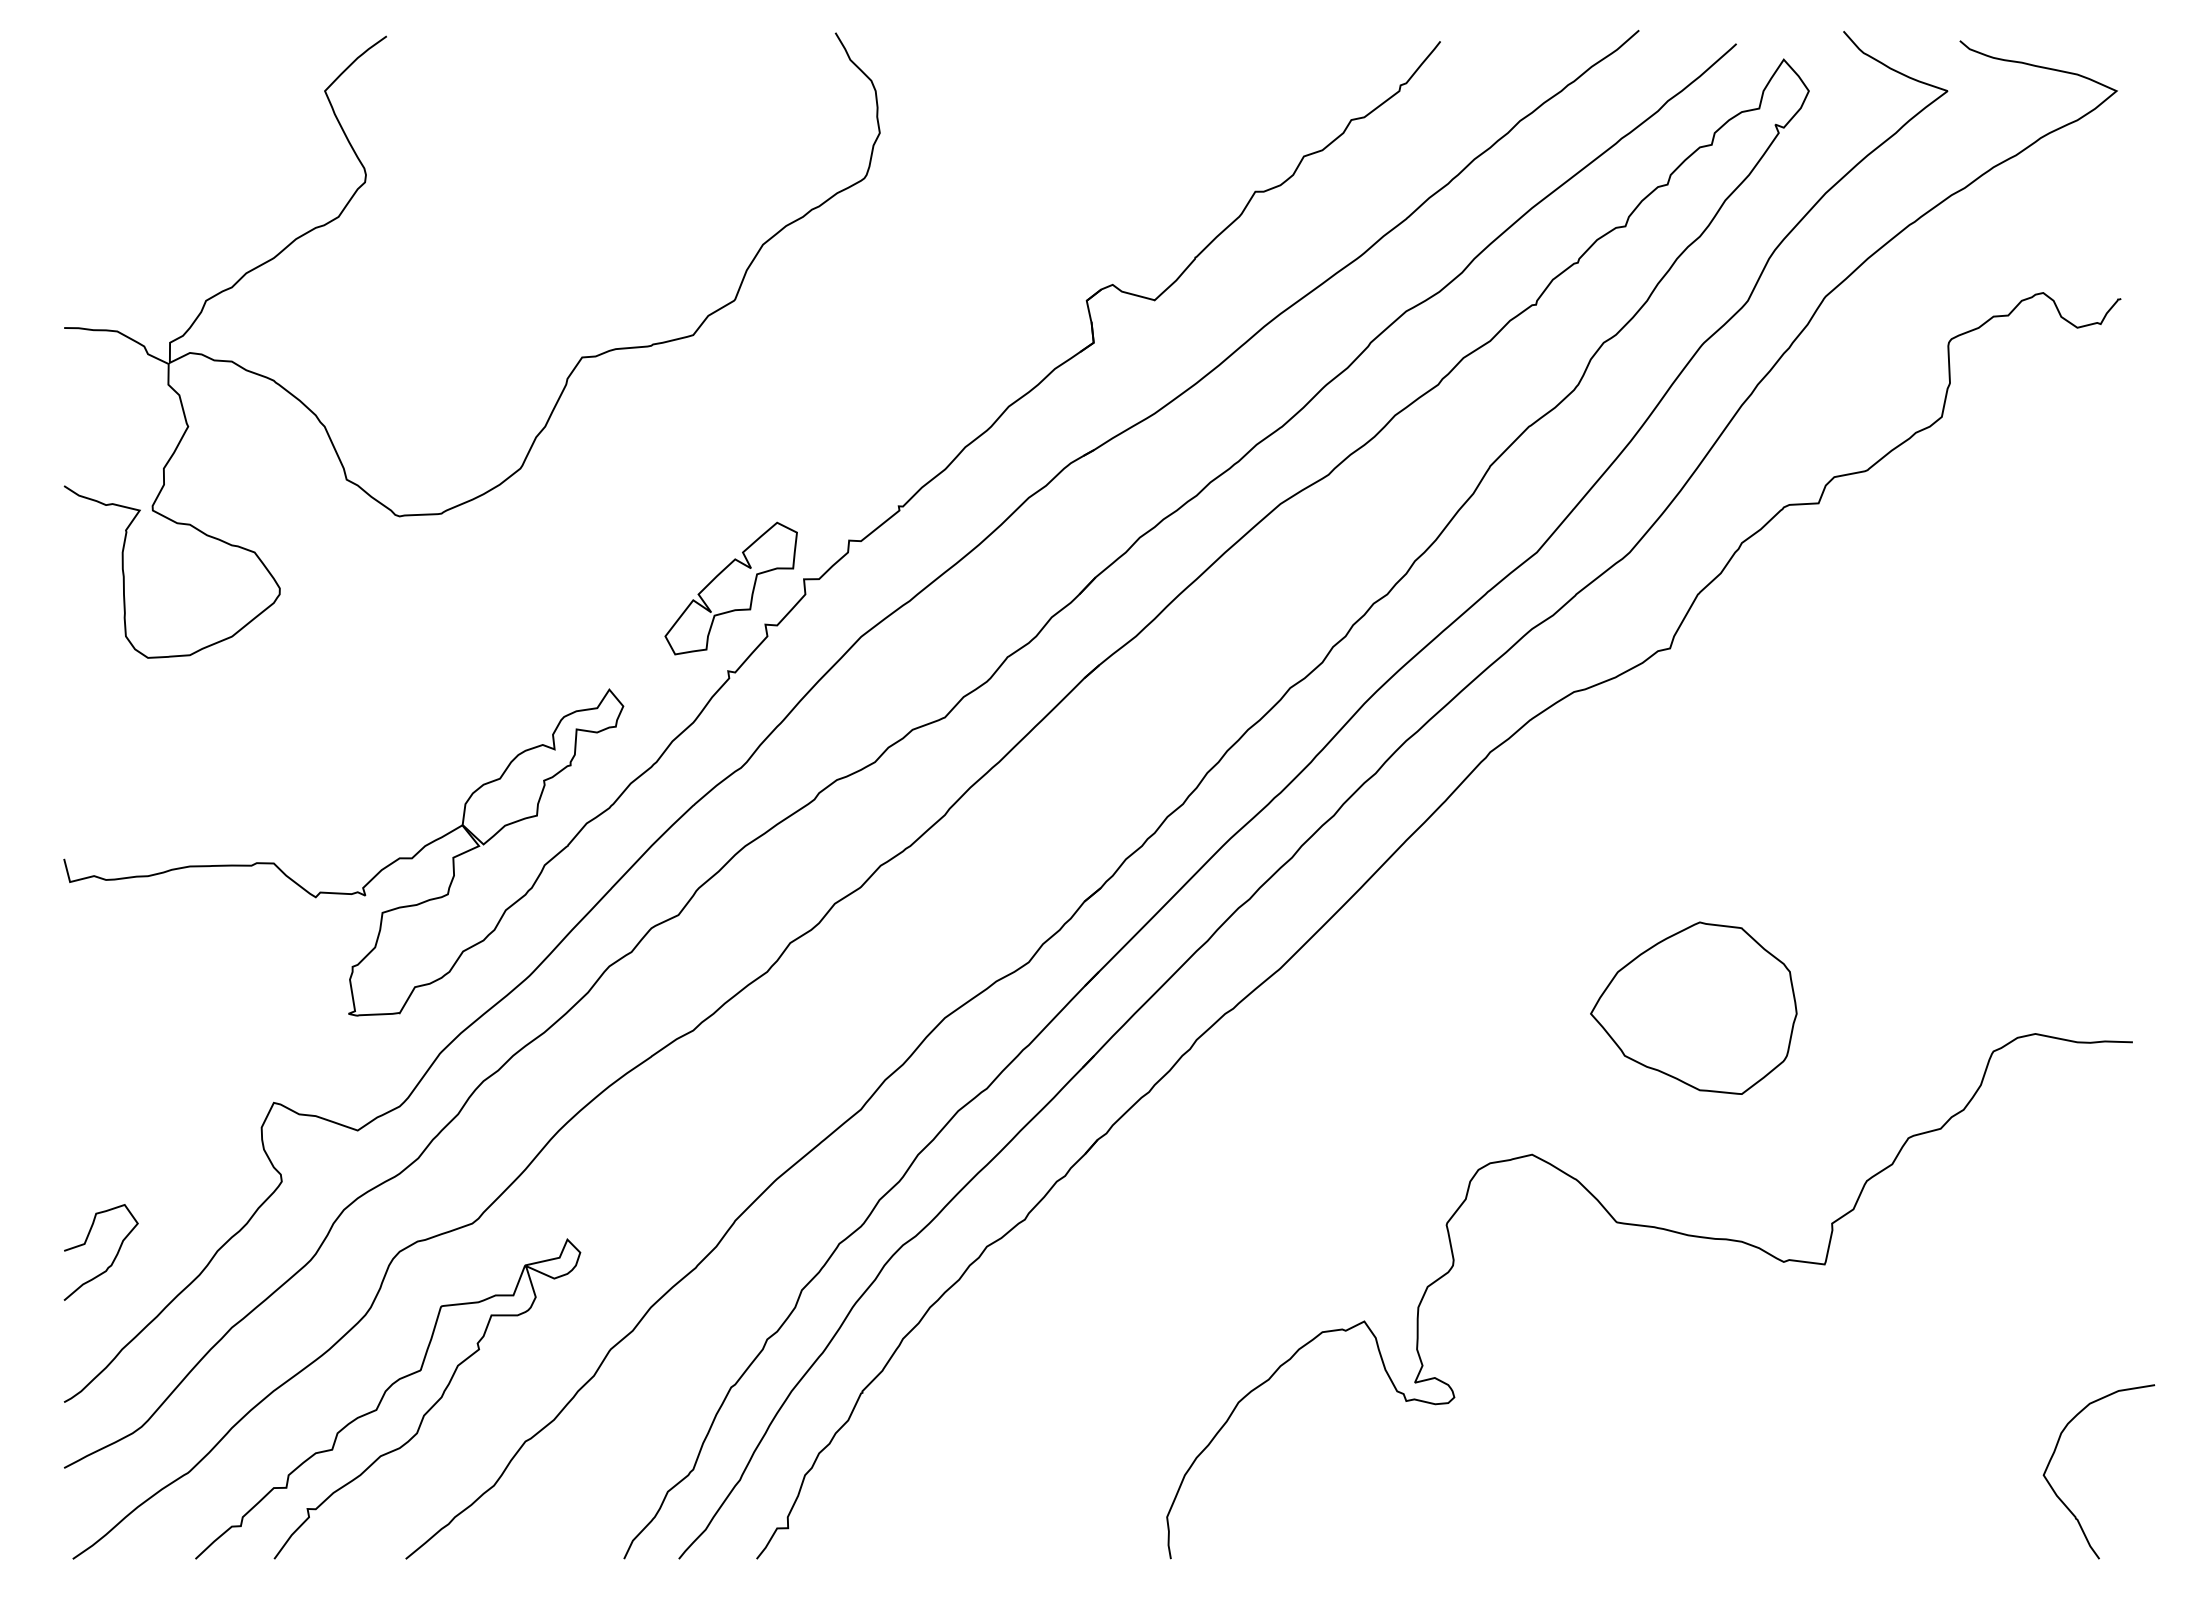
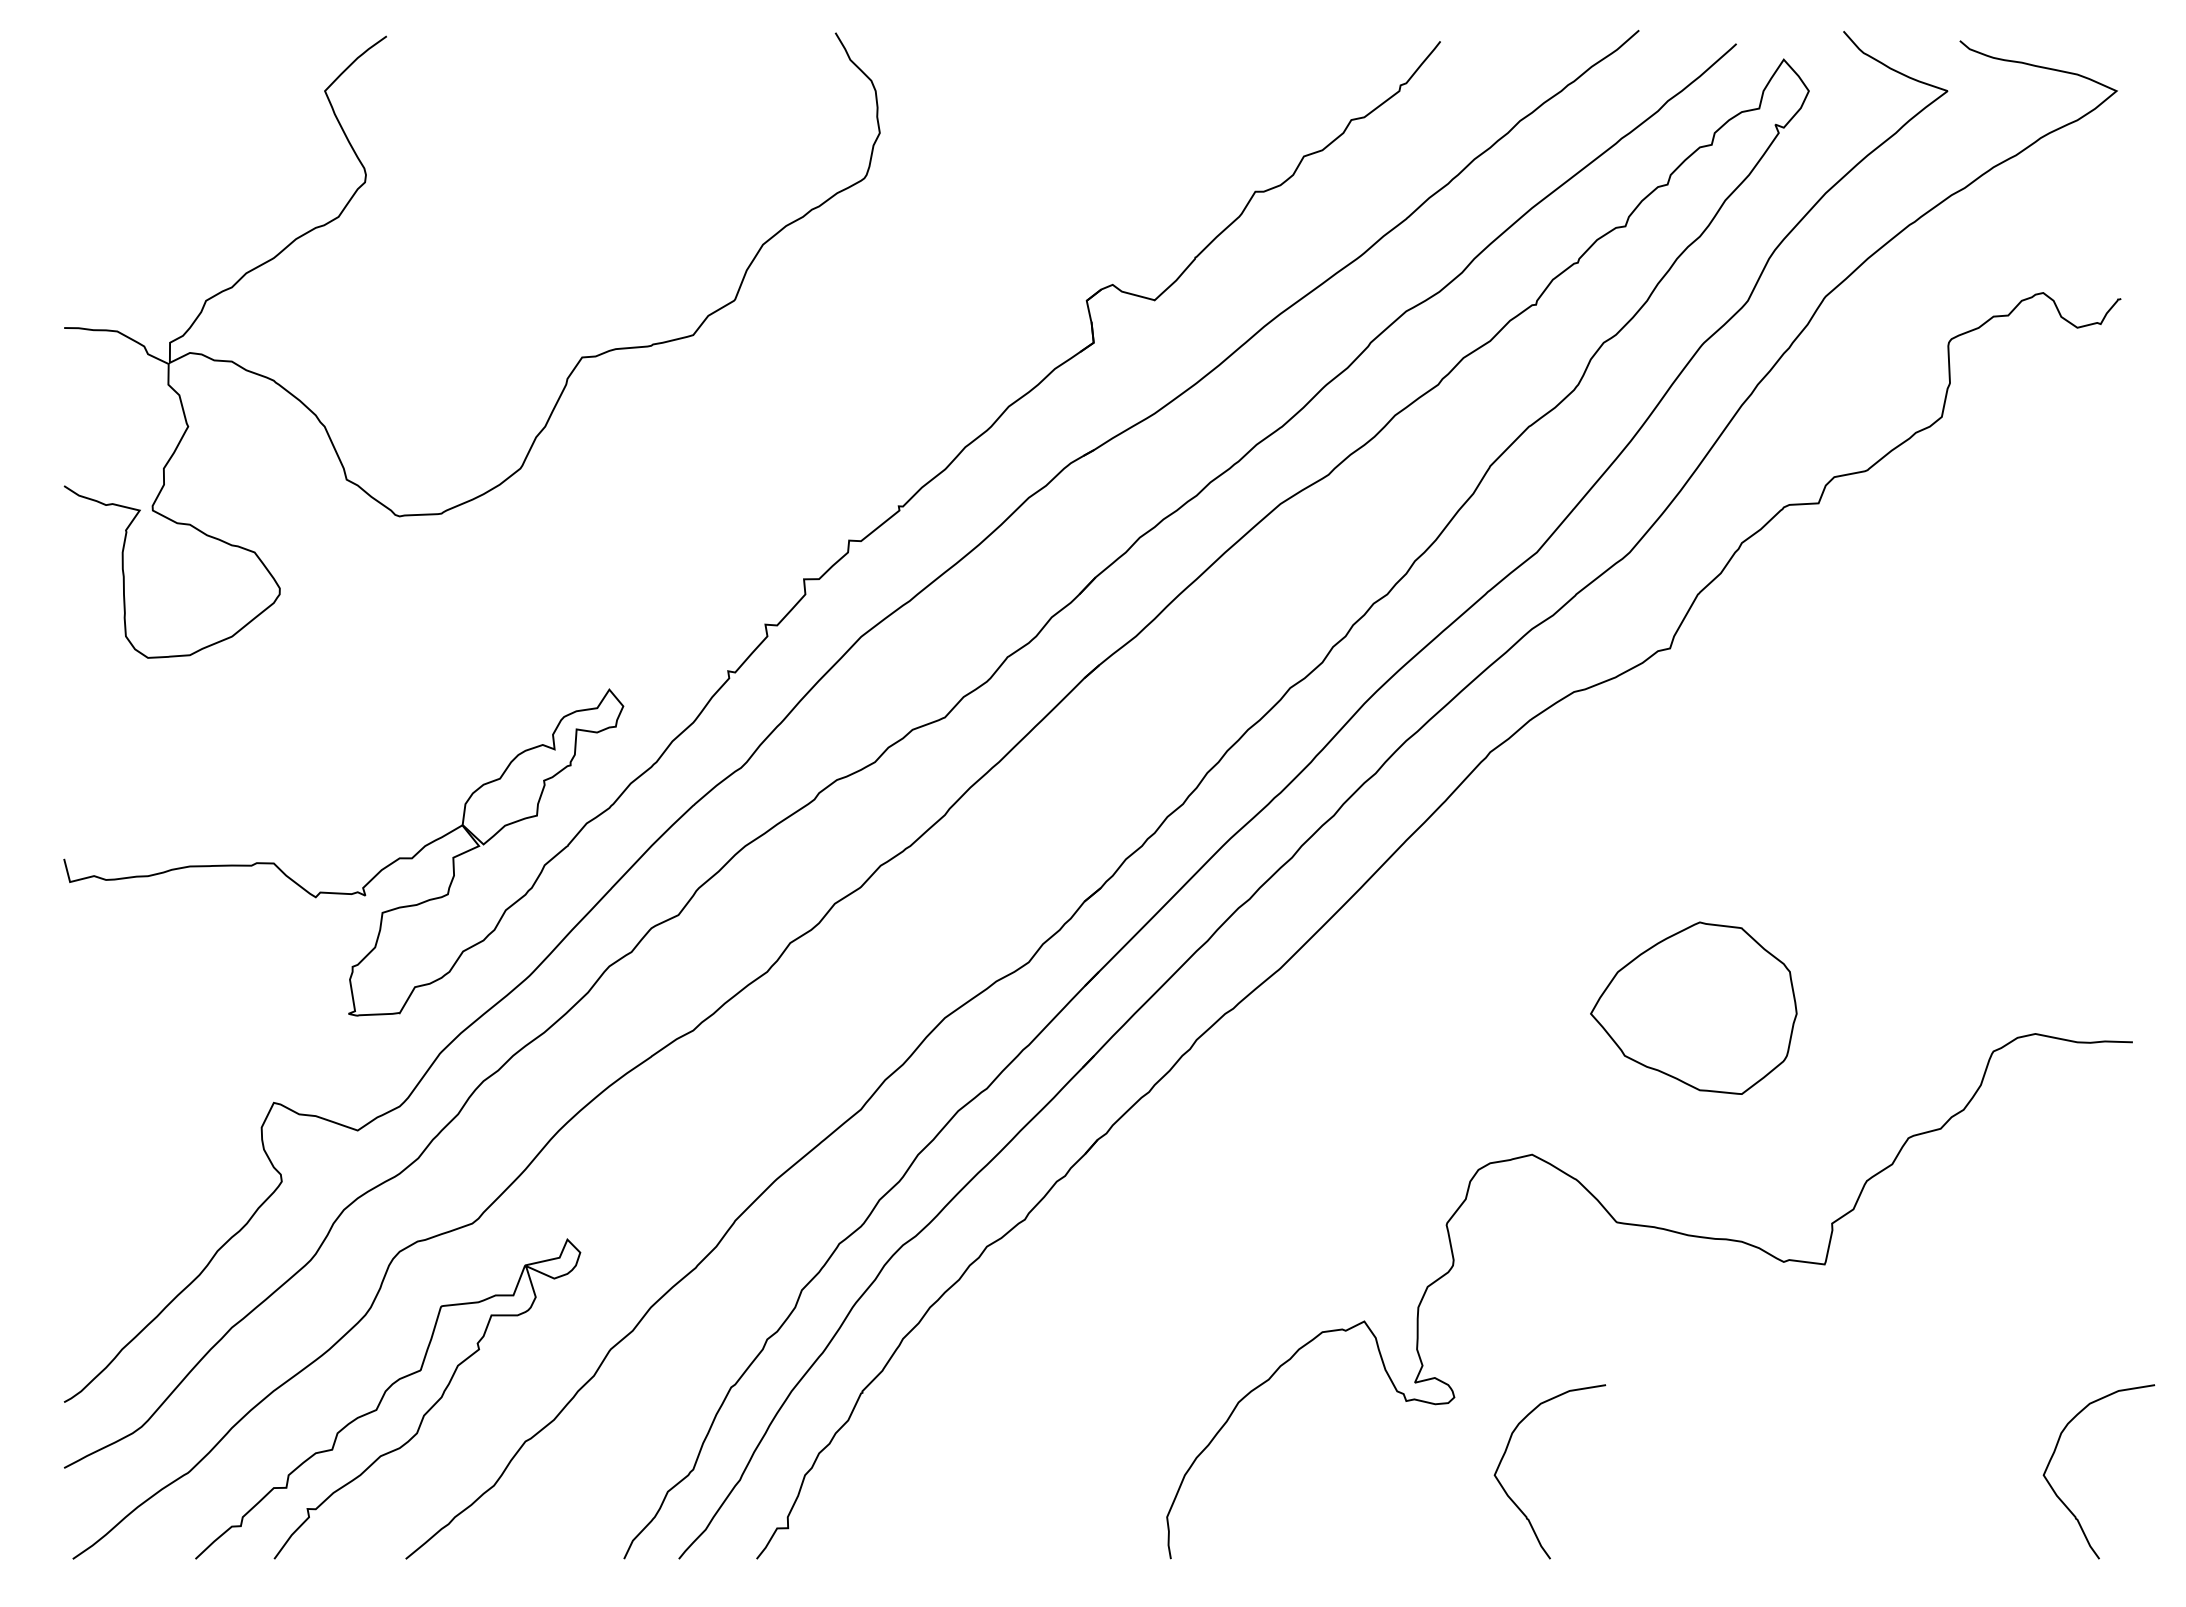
part at (730, 588): present -> none
curve at (113, 1259): present -> none
curve at (1515, 1502): none -> present
